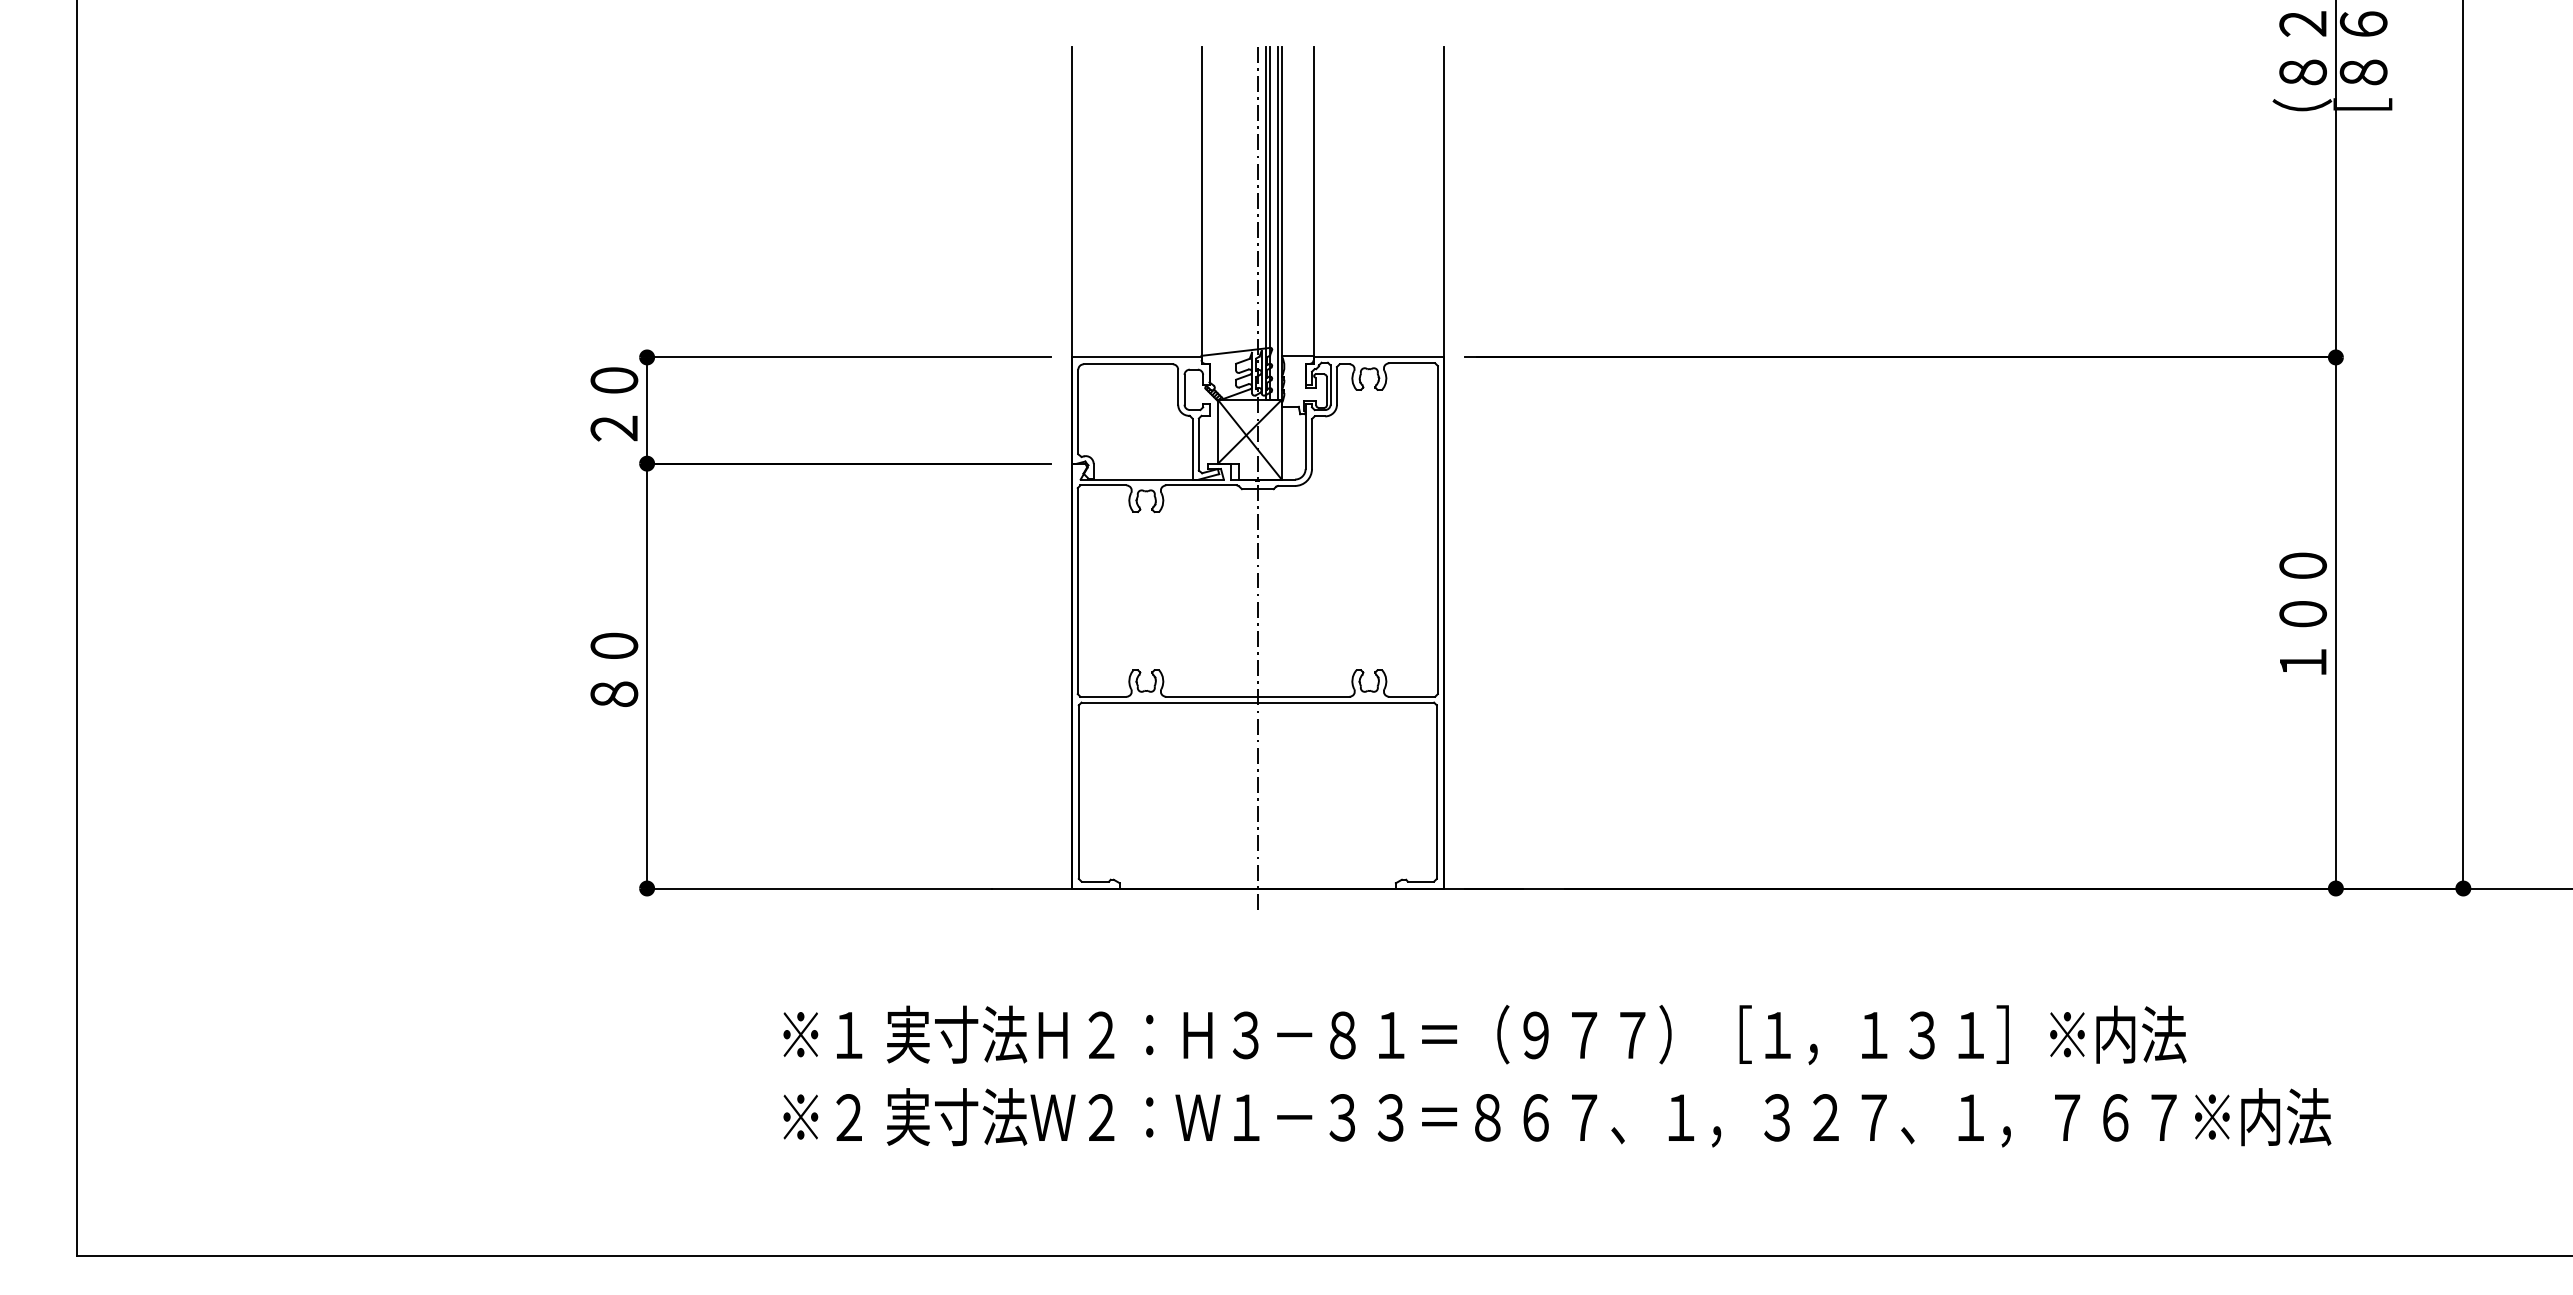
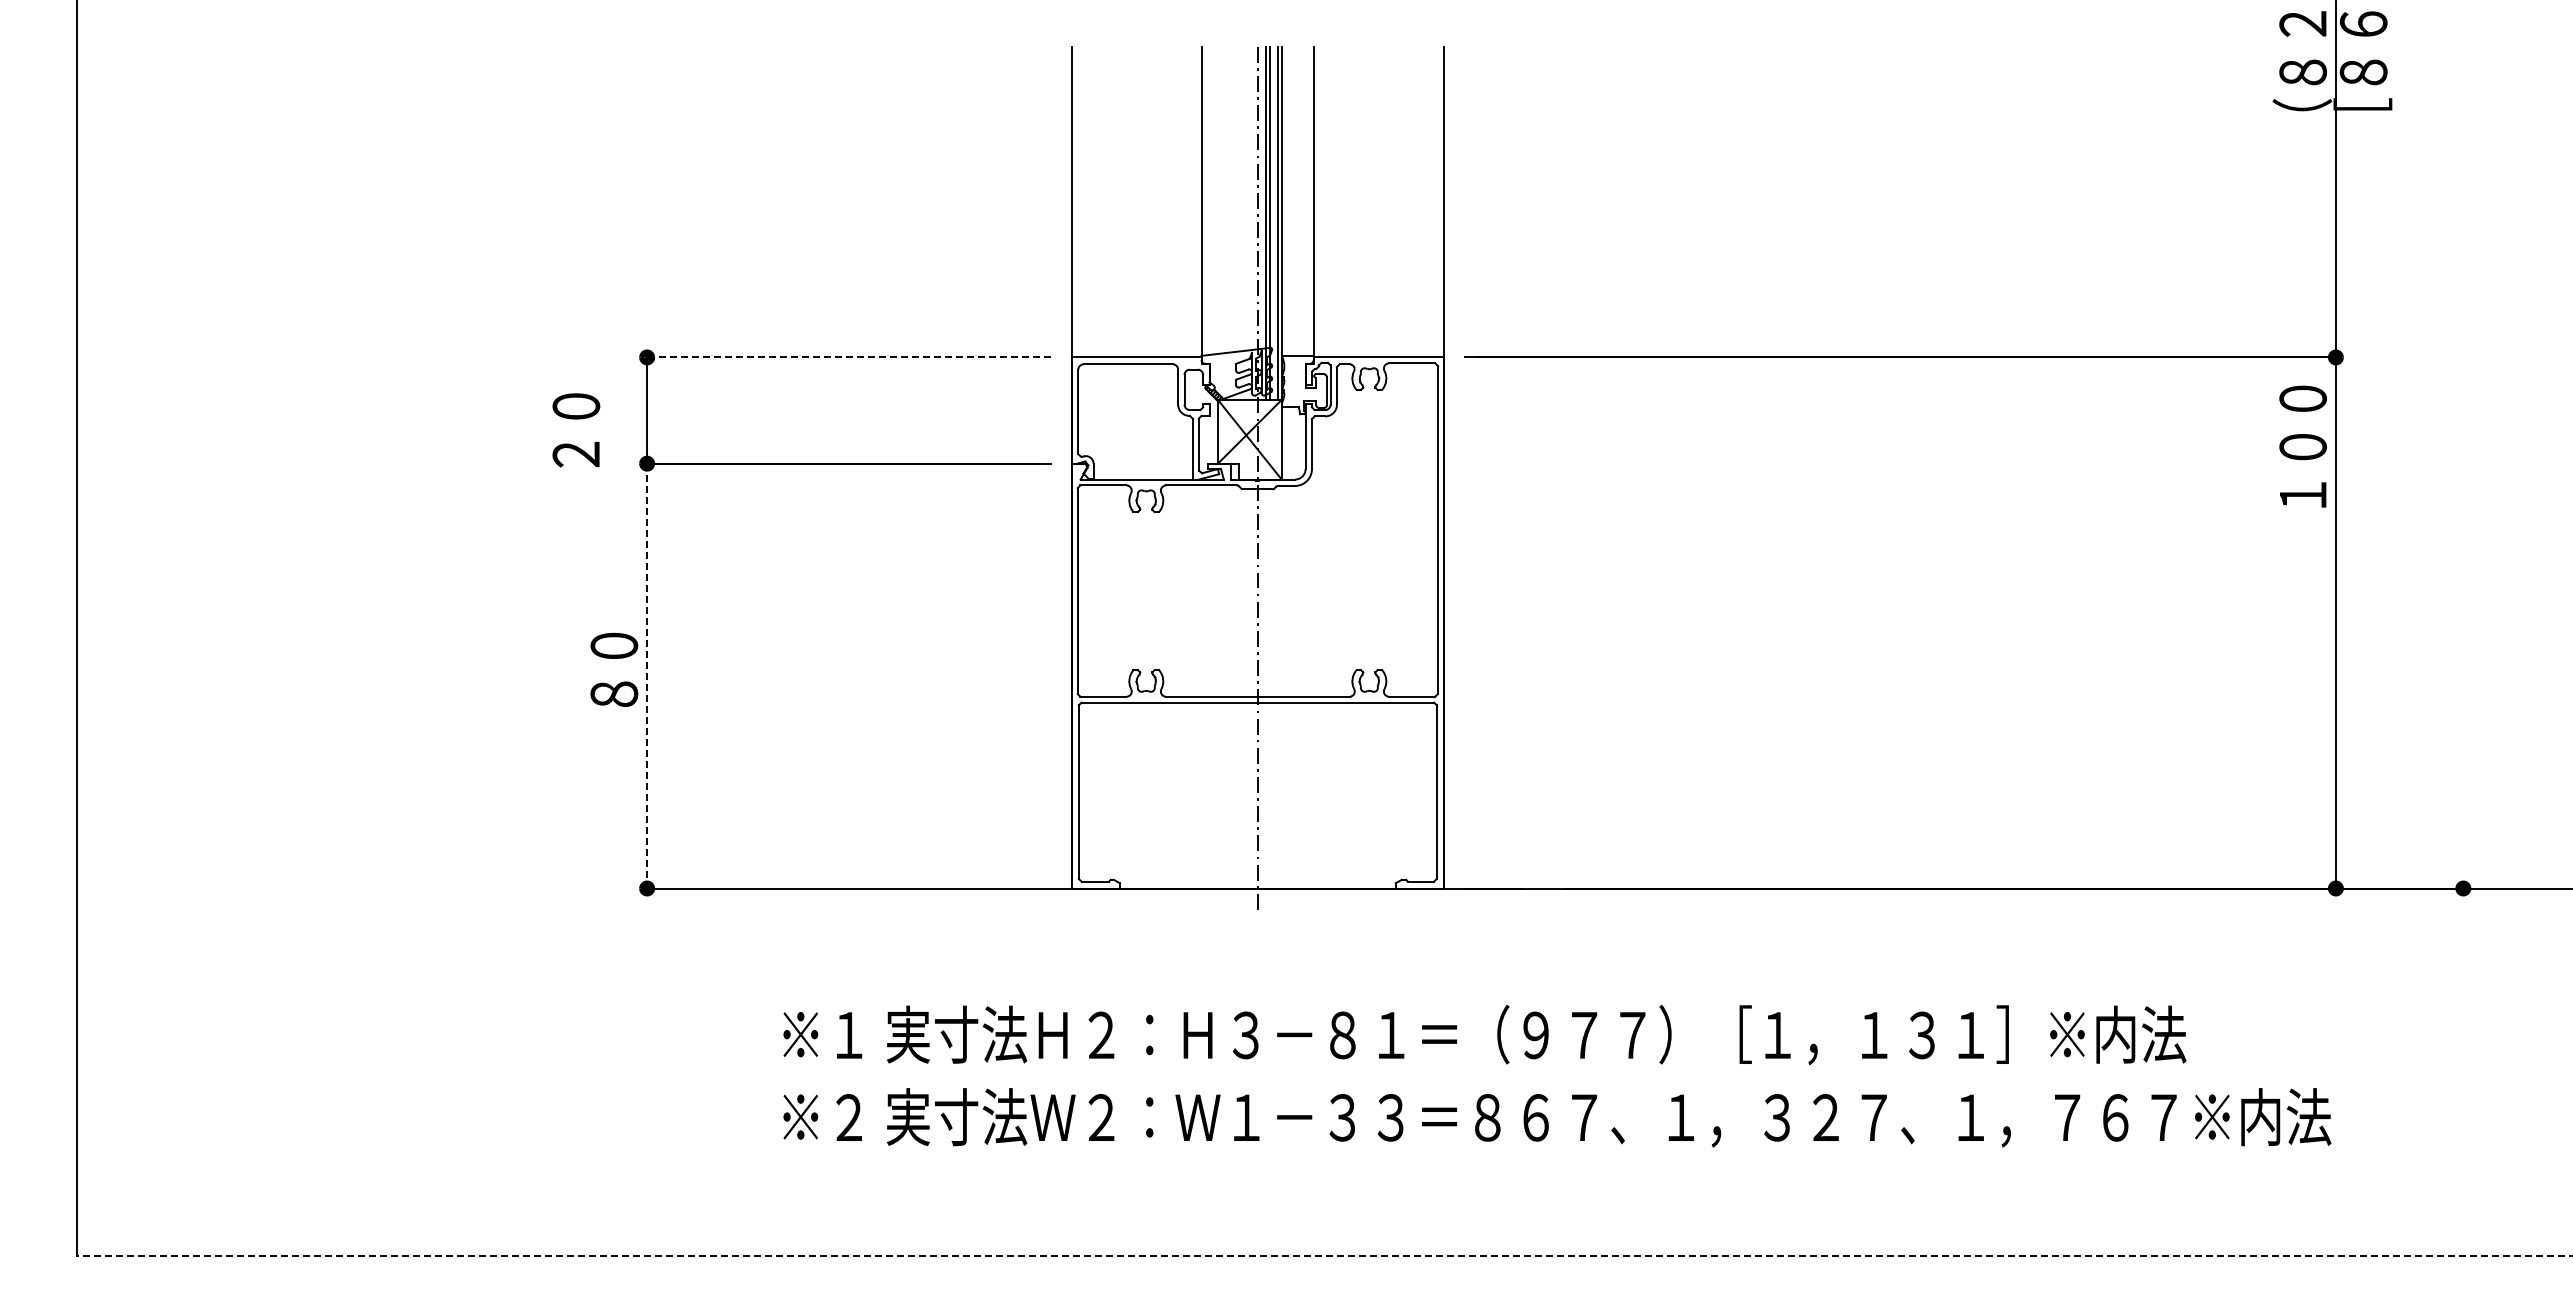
line at (845, 357): solid -> dashed
text at (614, 404) position: (614, 404) -> (576, 430)
line at (2463, 445): present -> none
text at (2302, 613) position: (2302, 613) -> (2302, 446)
line at (647, 676): solid -> dashed
line at (1325, 1256): solid -> dashed
